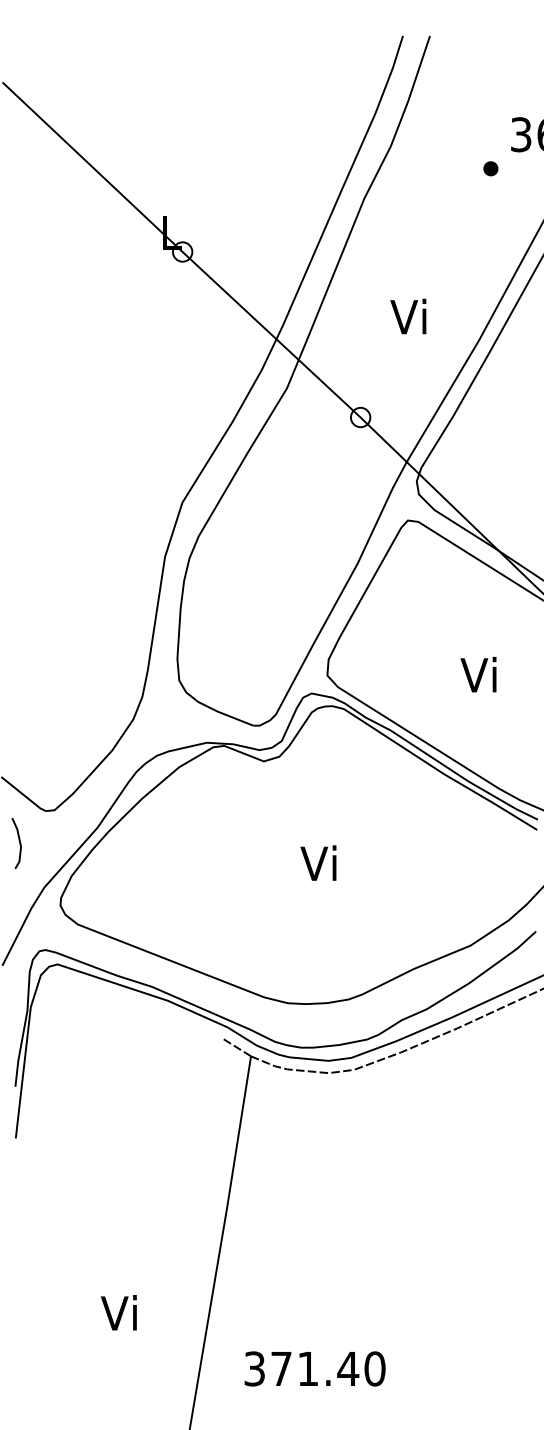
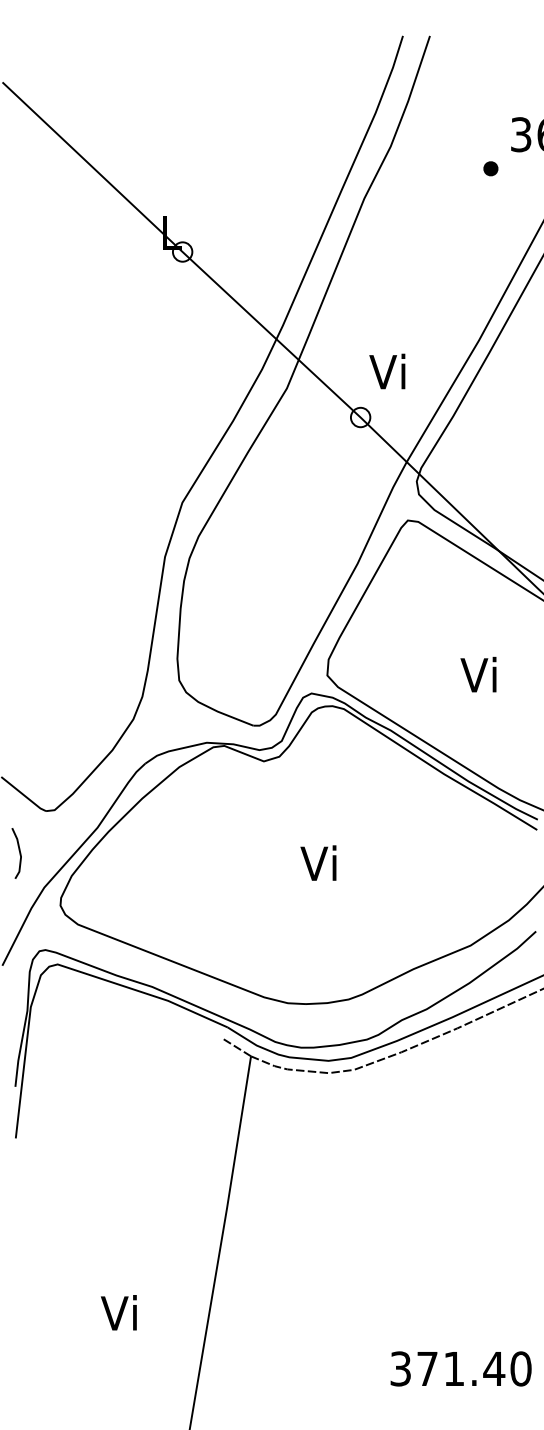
text at (408, 316) position: (408, 316) -> (387, 371)
line at (19, 843) position: (19, 843) -> (19, 853)
text at (314, 1368) position: (314, 1368) -> (460, 1368)
